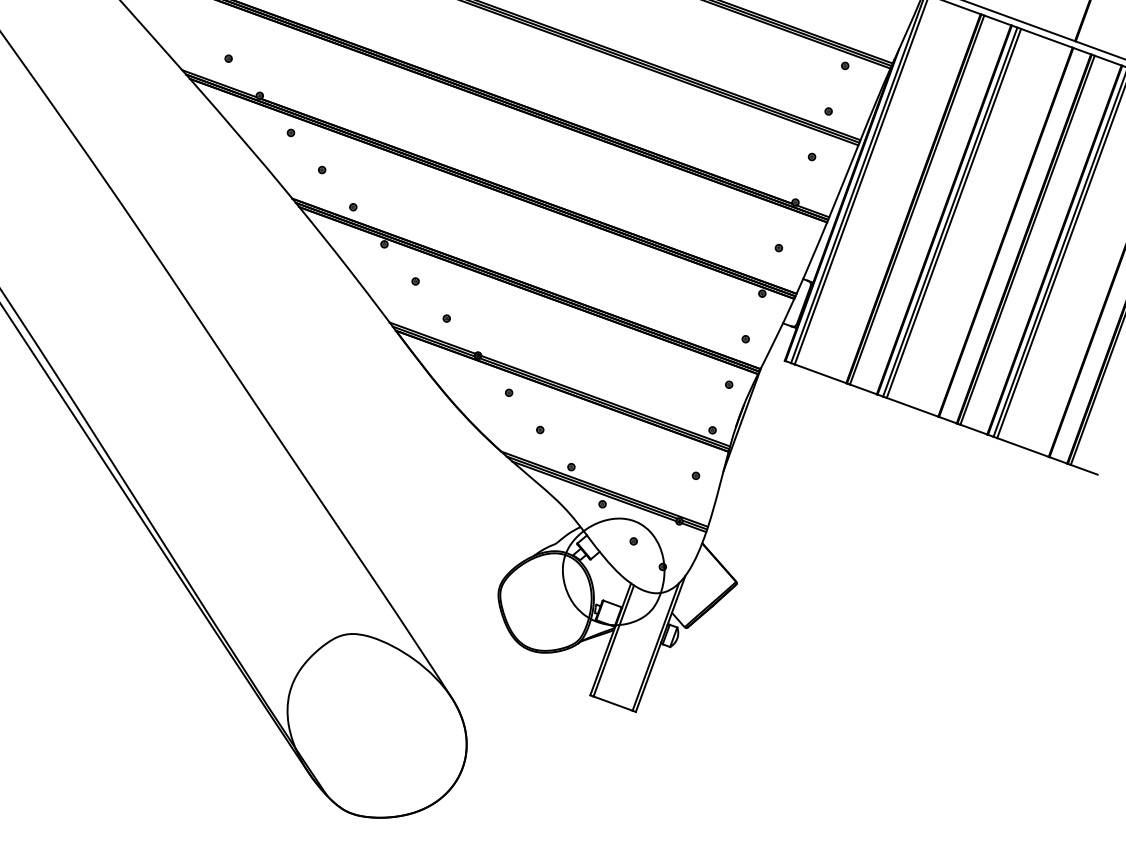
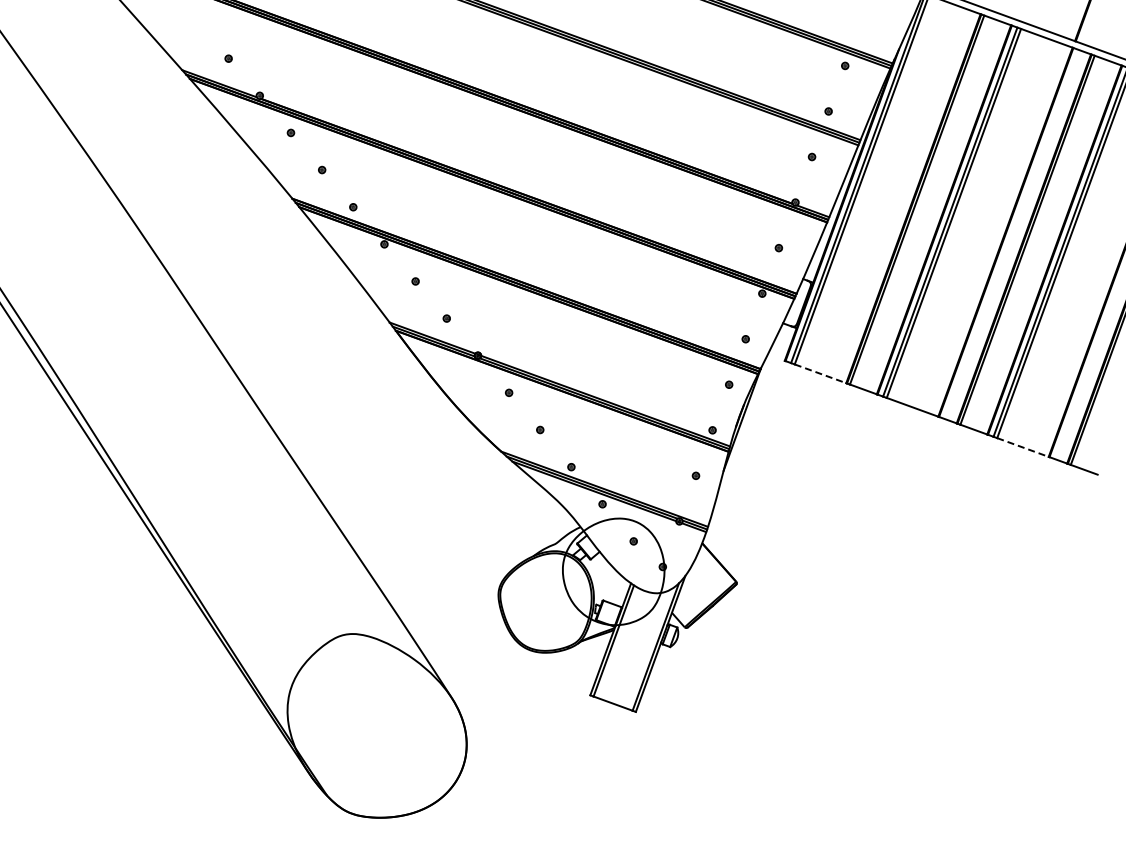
line at (821, 373): solid -> dashed
line at (1023, 447): solid -> dashed
